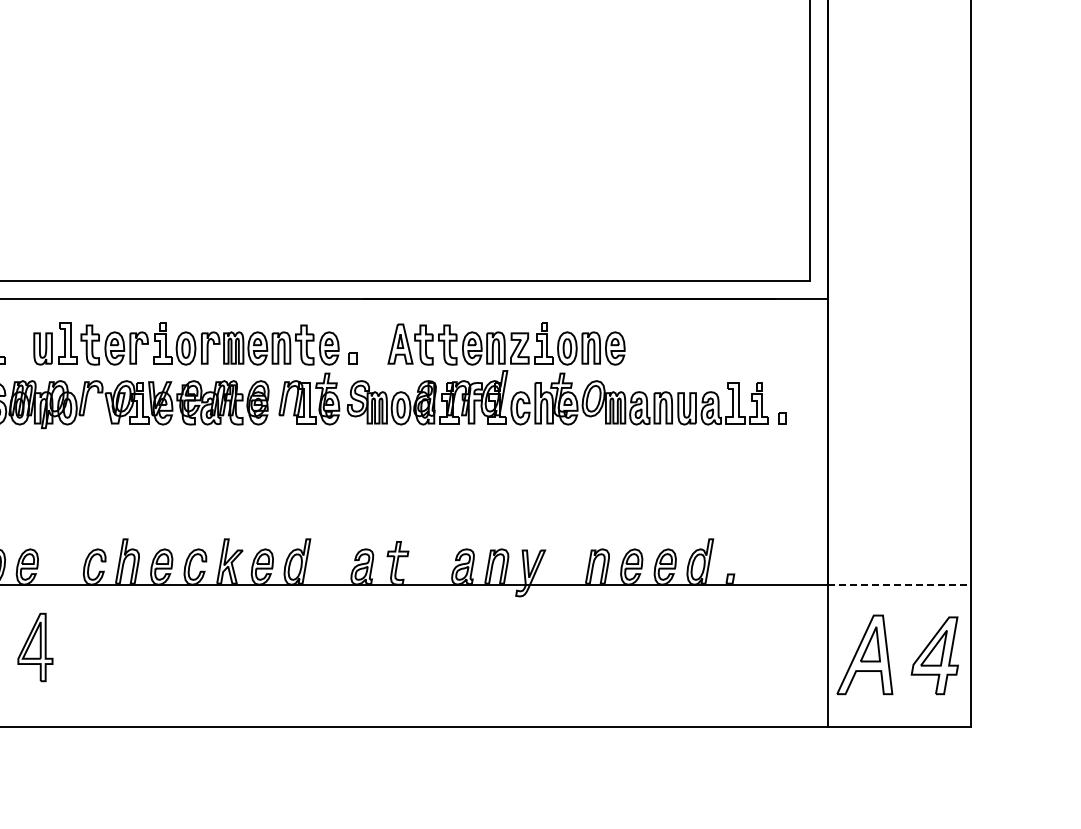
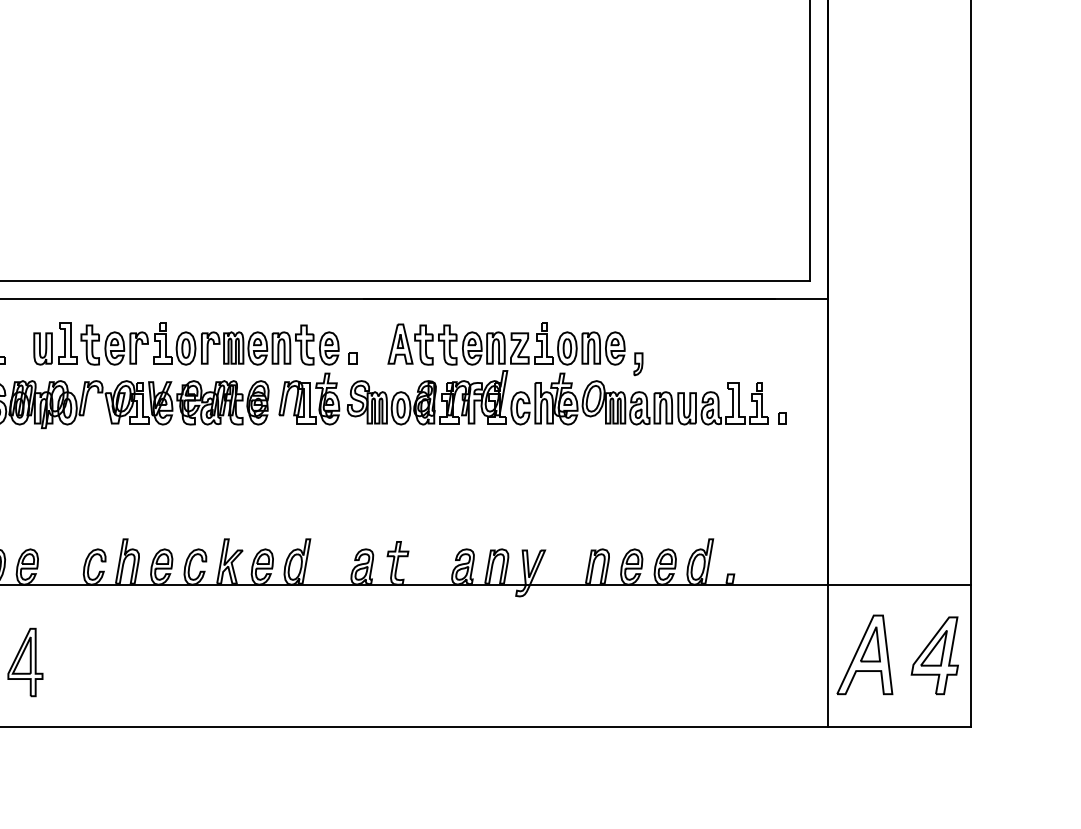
part at (638, 364): none -> present
line at (899, 584): dashed -> solid
part at (35, 647) position: (35, 647) -> (25, 662)
